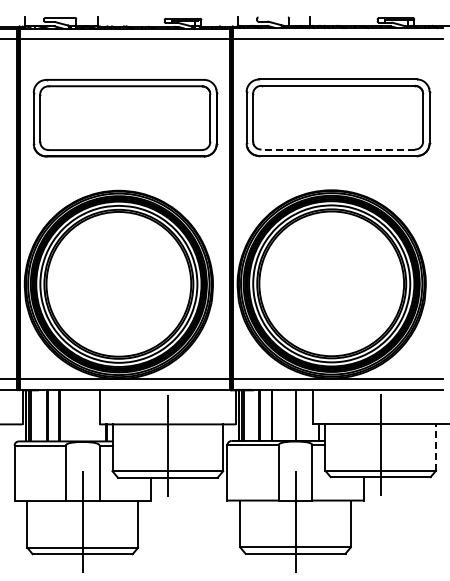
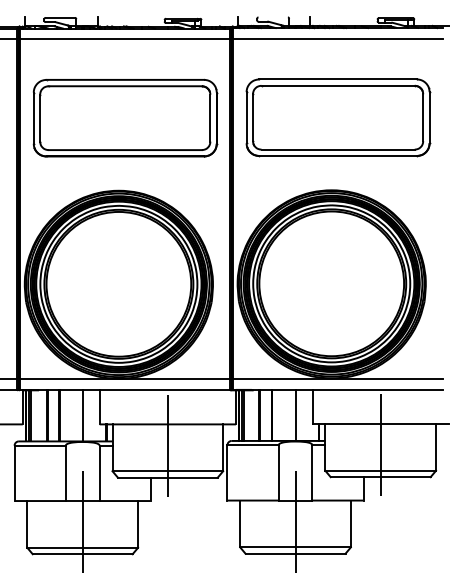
line at (338, 149): dashed -> solid
line at (82, 415): none -> present
line at (436, 446): dashed -> solid
